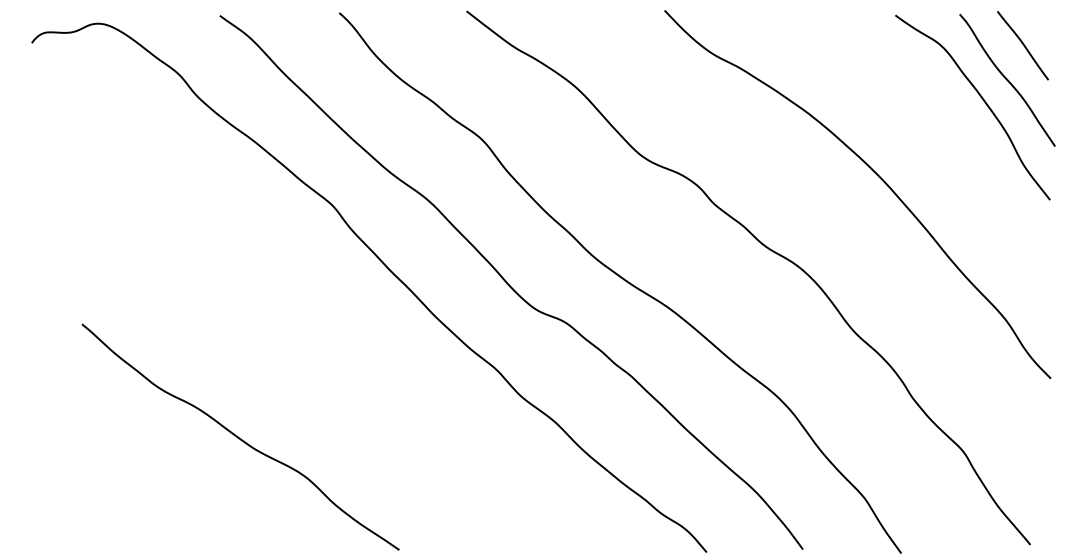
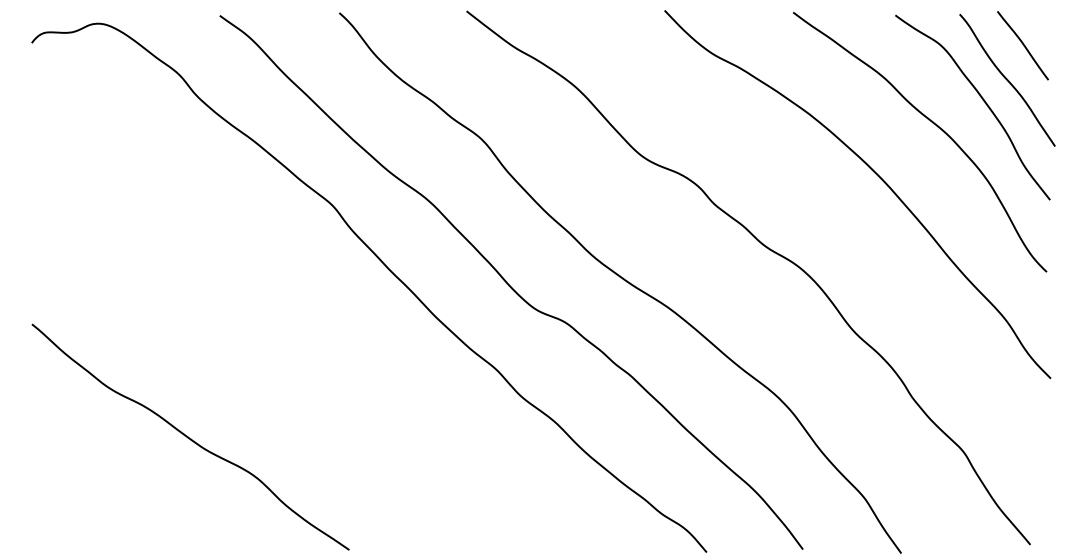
curve at (932, 123): none -> present
curve at (239, 437) position: (239, 437) -> (189, 437)
